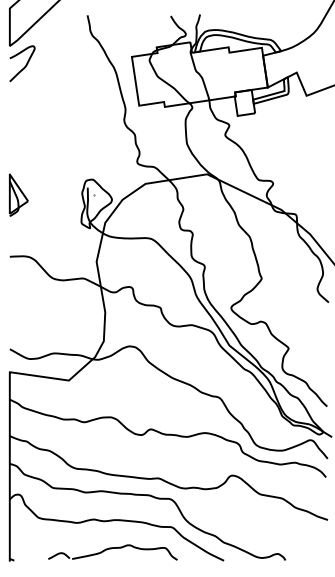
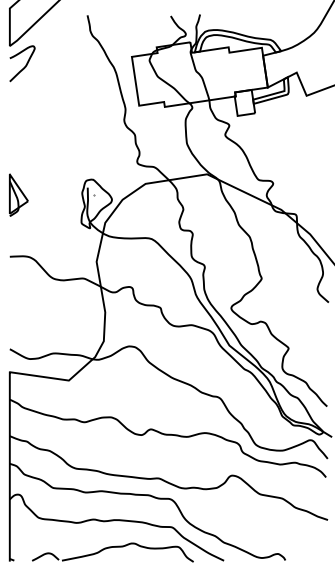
part at (112, 552) size: 130x17 px -> 162x21 px
